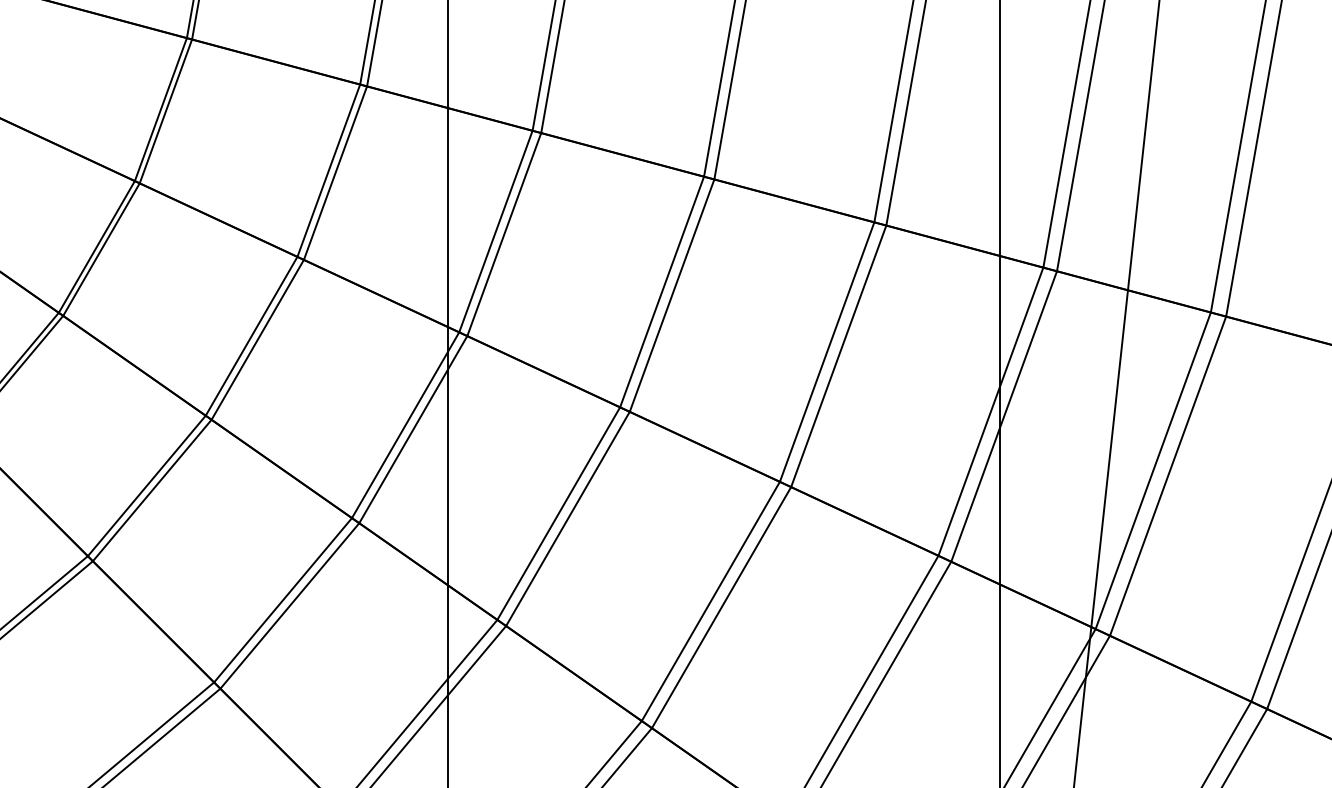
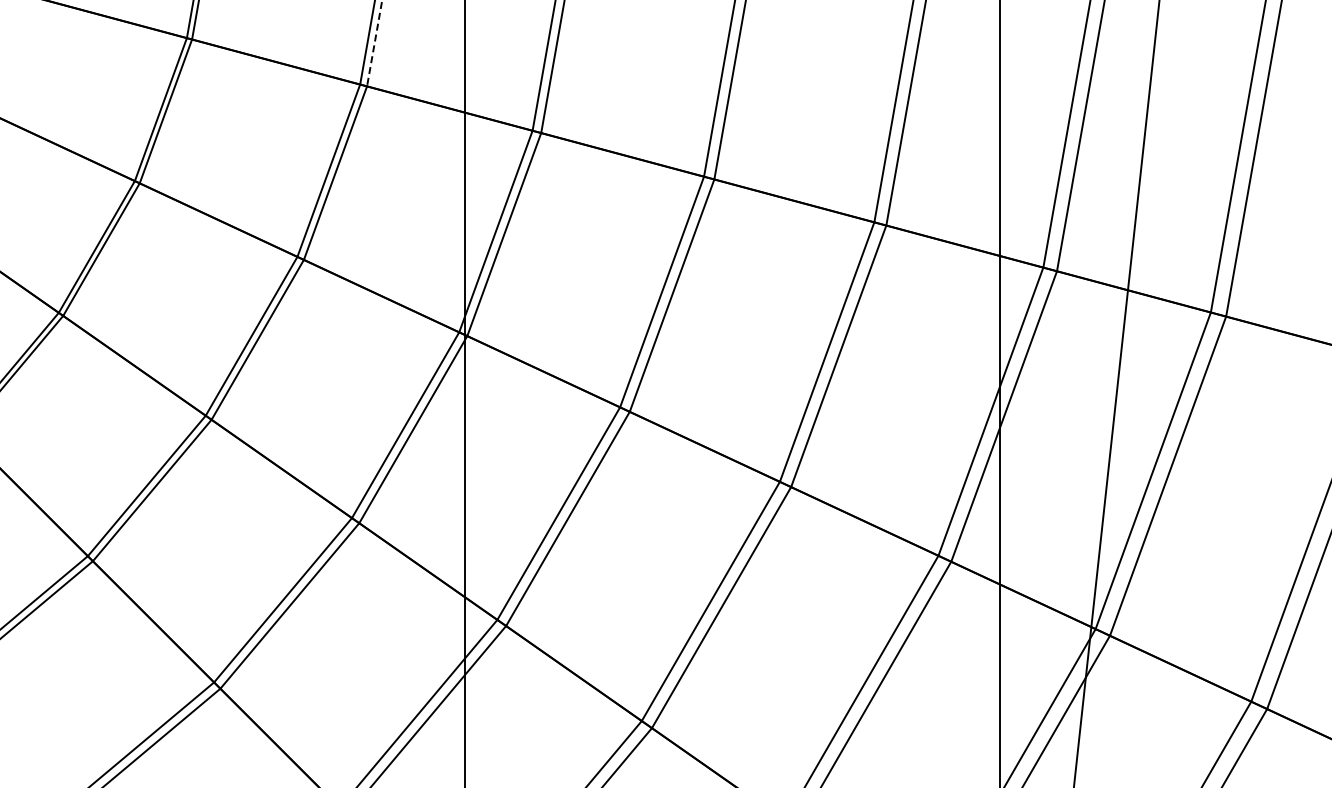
line at (374, 44): solid -> dashed
line at (447, 393) position: (447, 393) -> (464, 393)
